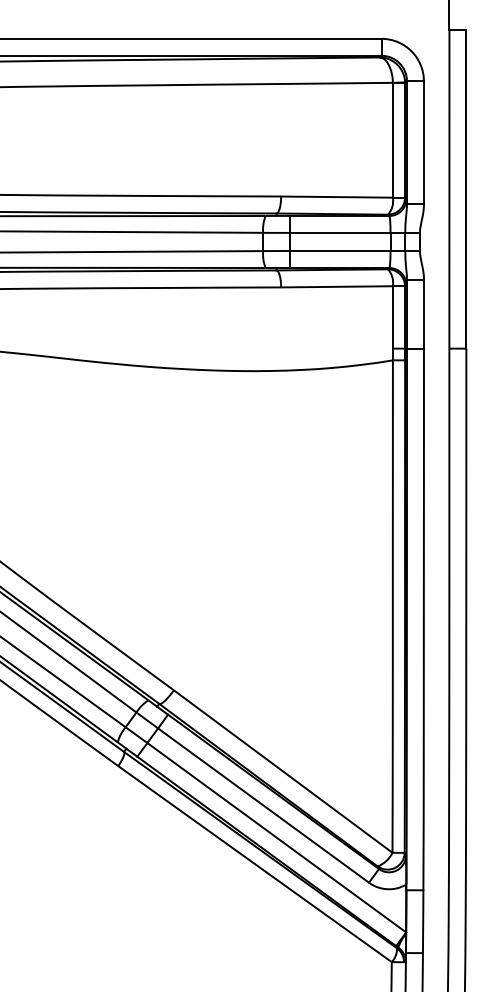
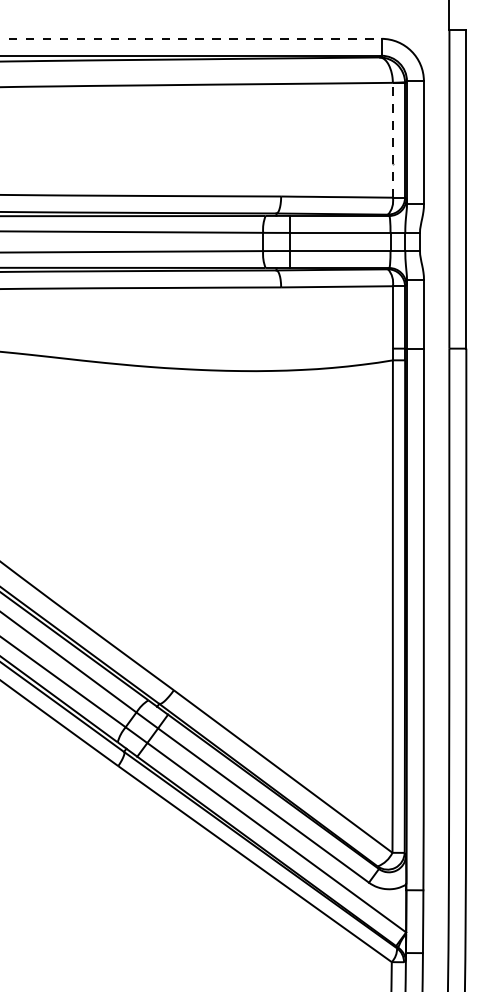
line at (191, 38): solid -> dashed
line at (392, 140): solid -> dashed
